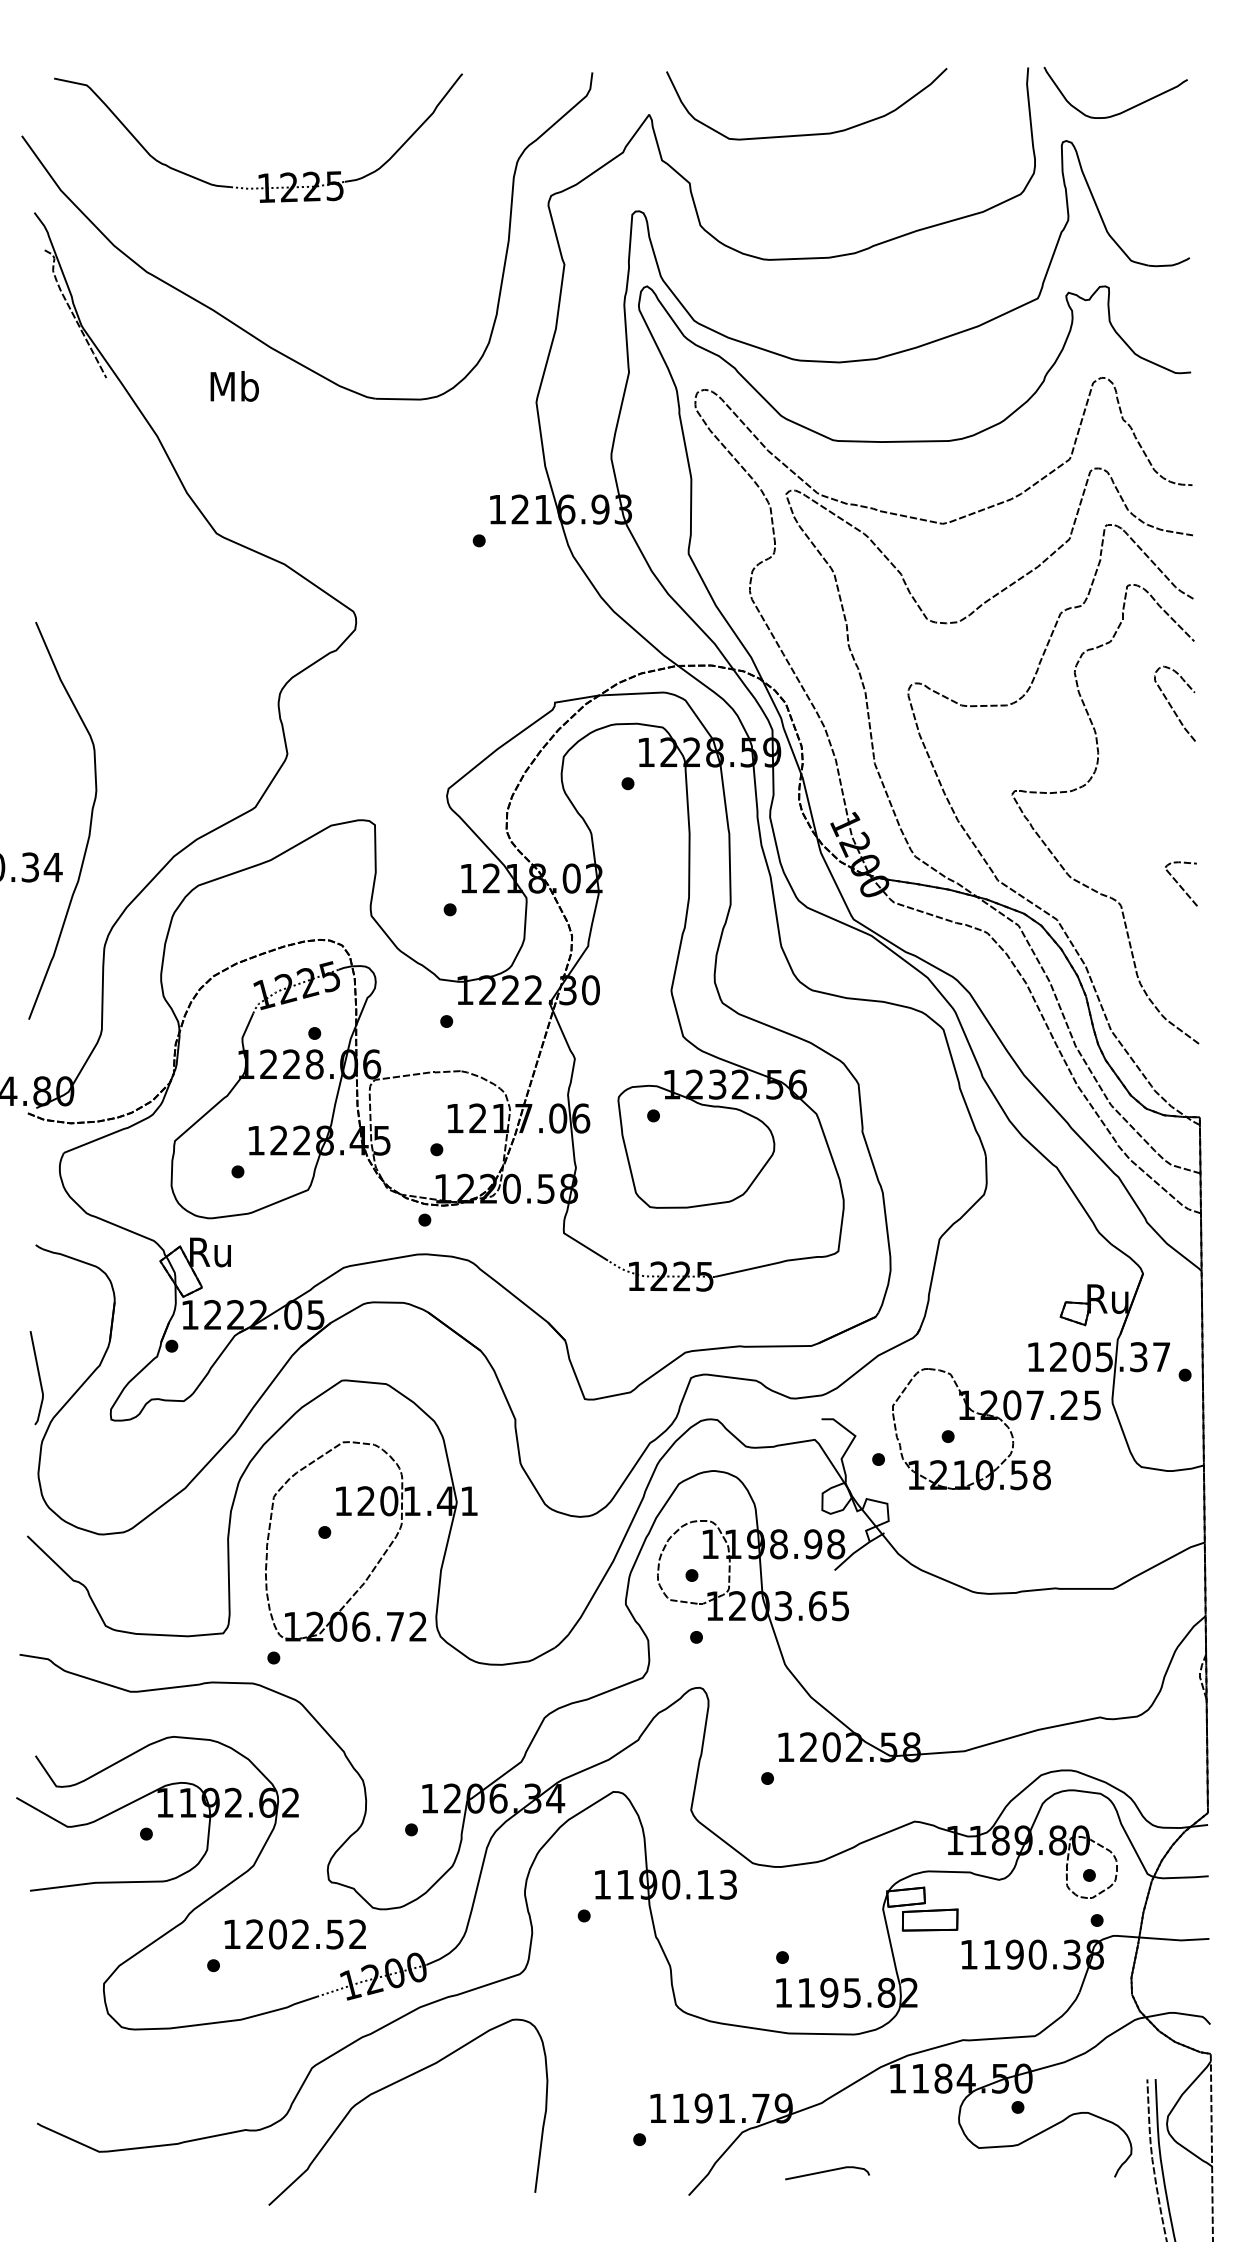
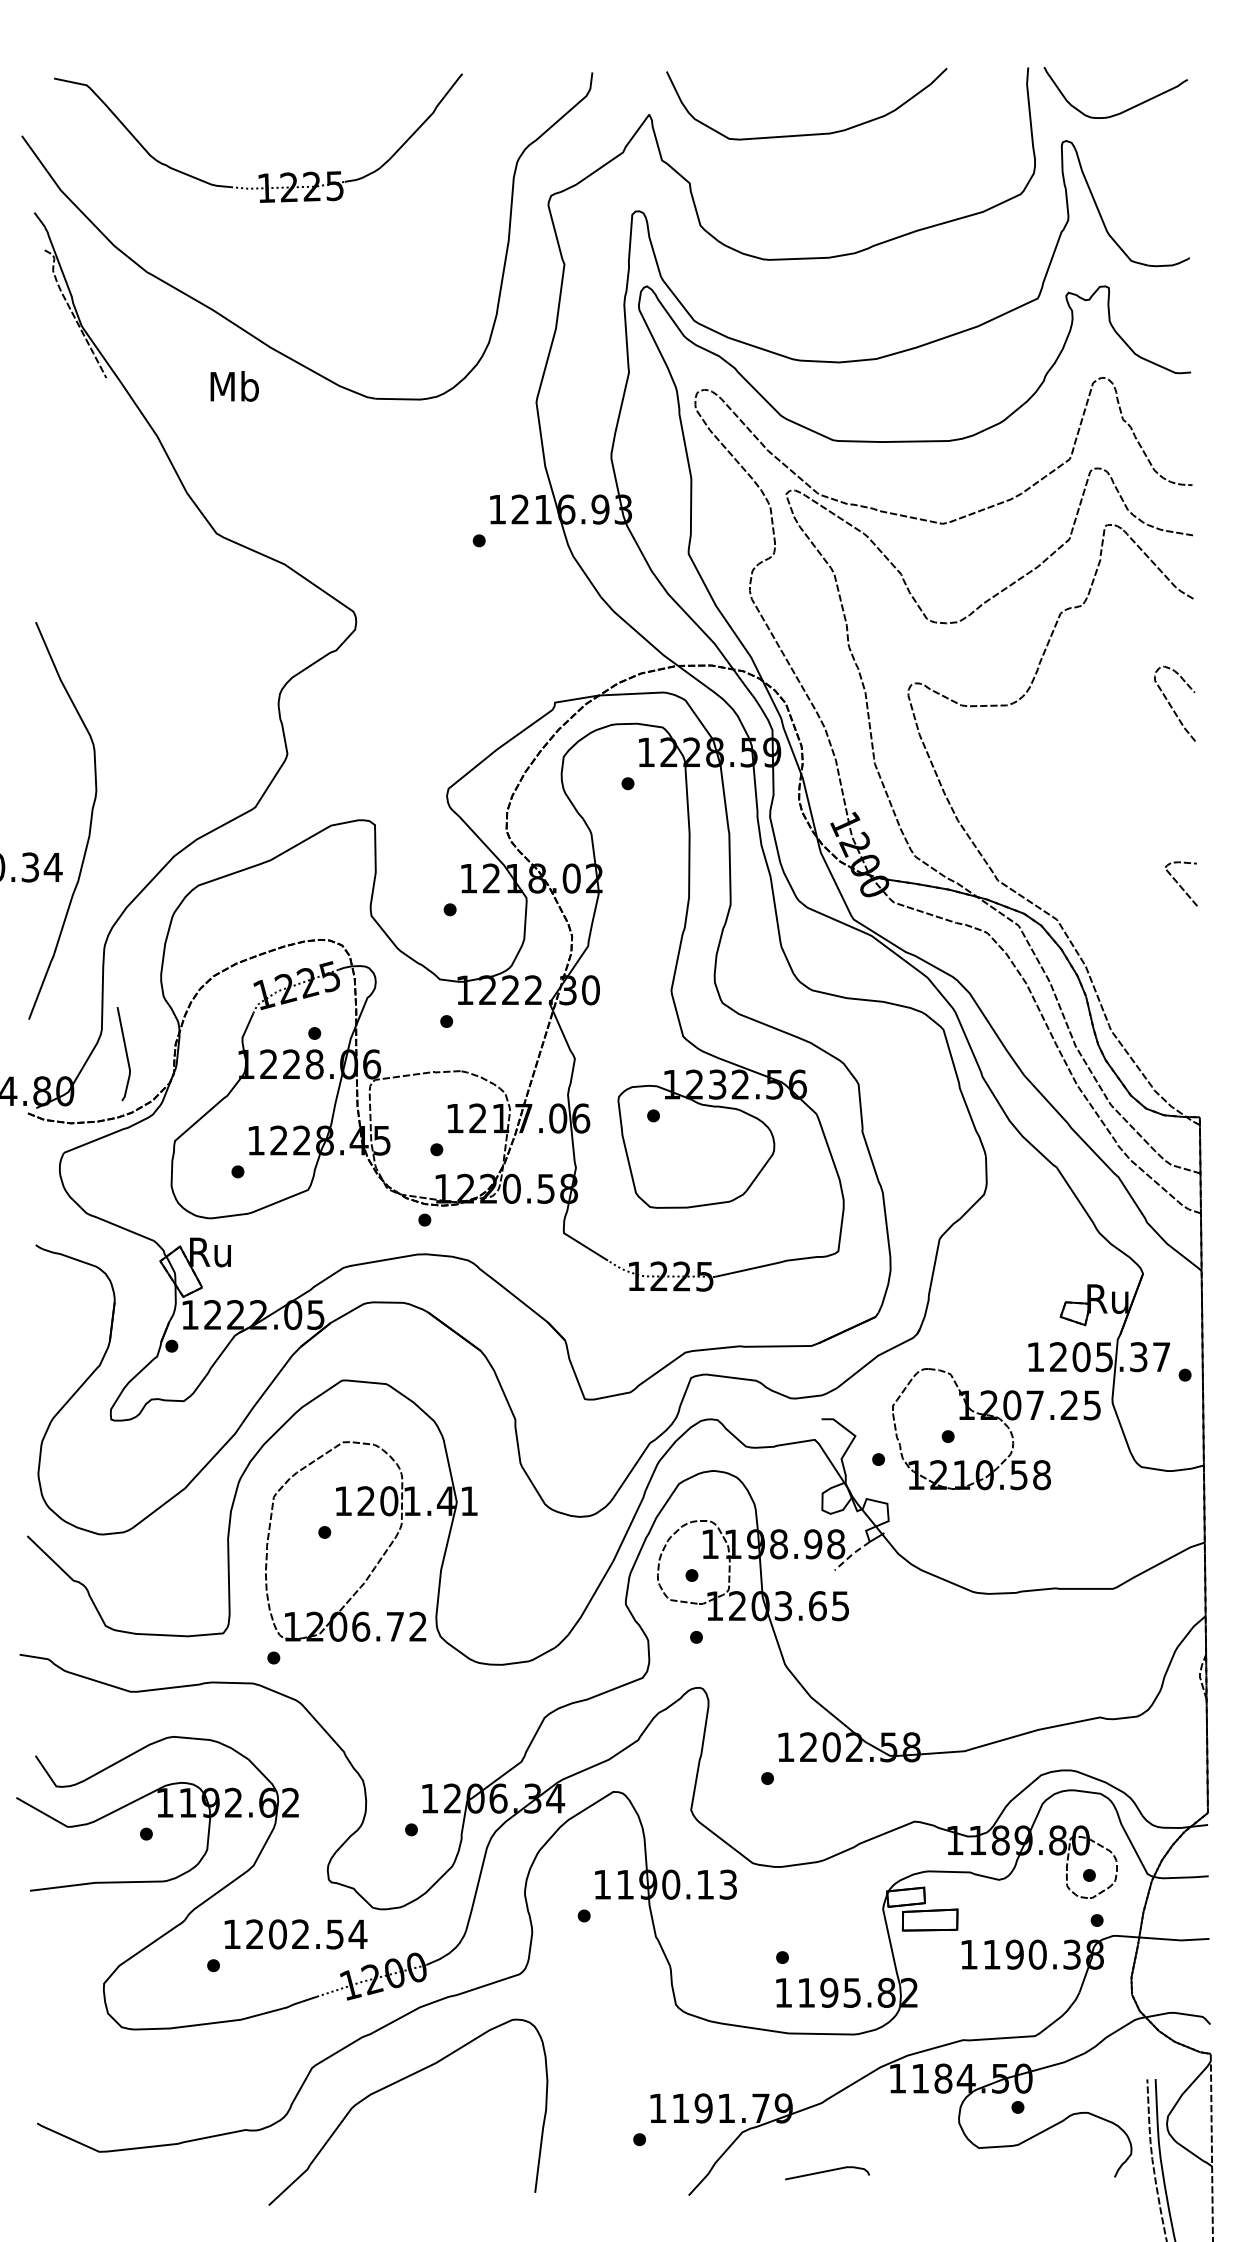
curve at (1086, 785): present -> none
line at (38, 1377) position: (38, 1377) -> (125, 1053)
line at (851, 1555): solid -> dashed
text at (357, 1933): 1202.52 -> 1202.54
